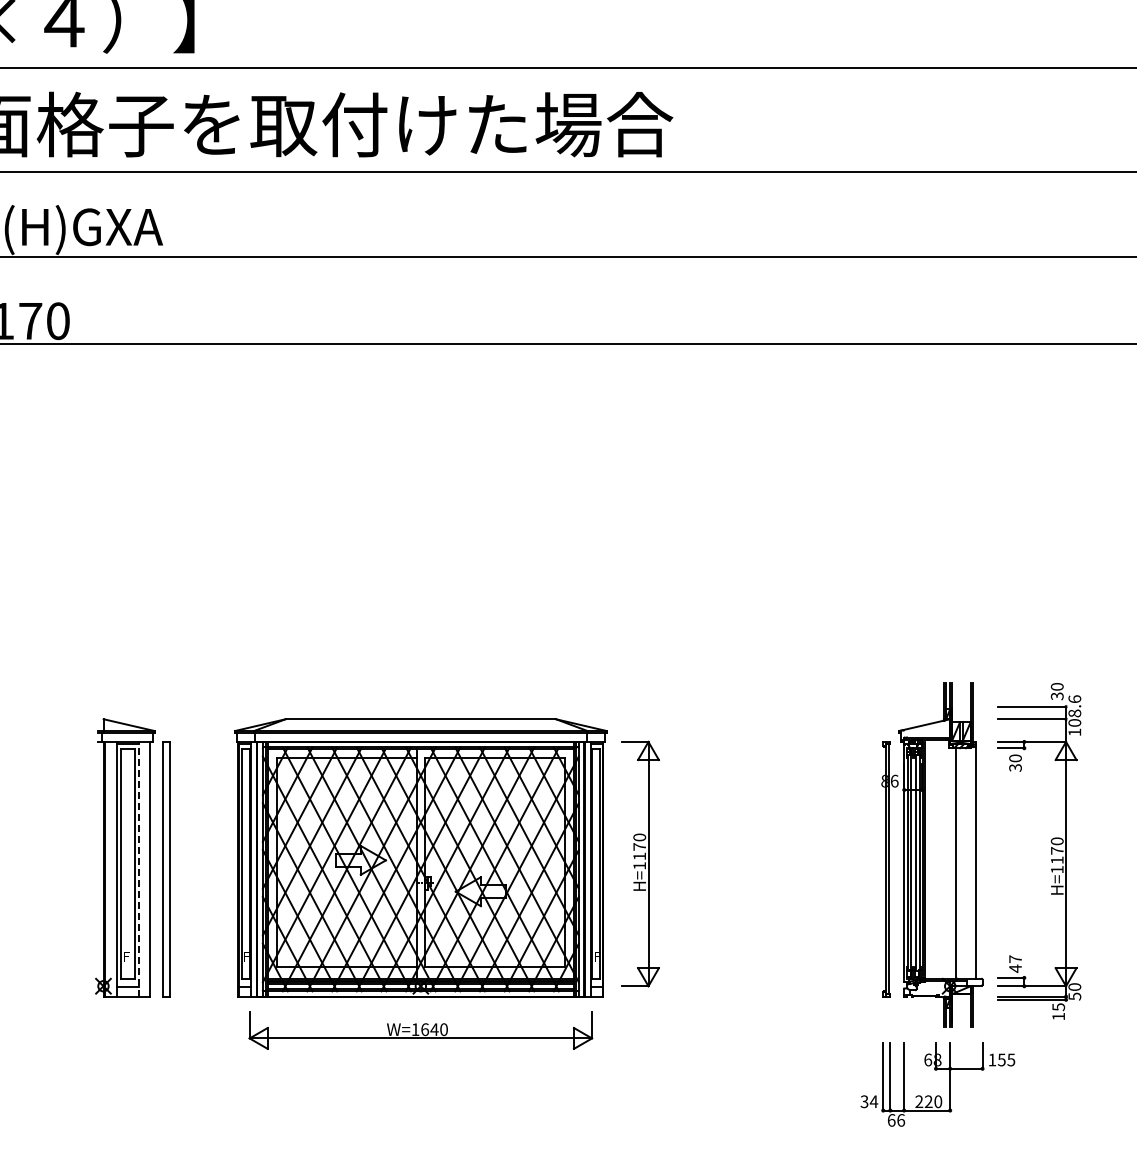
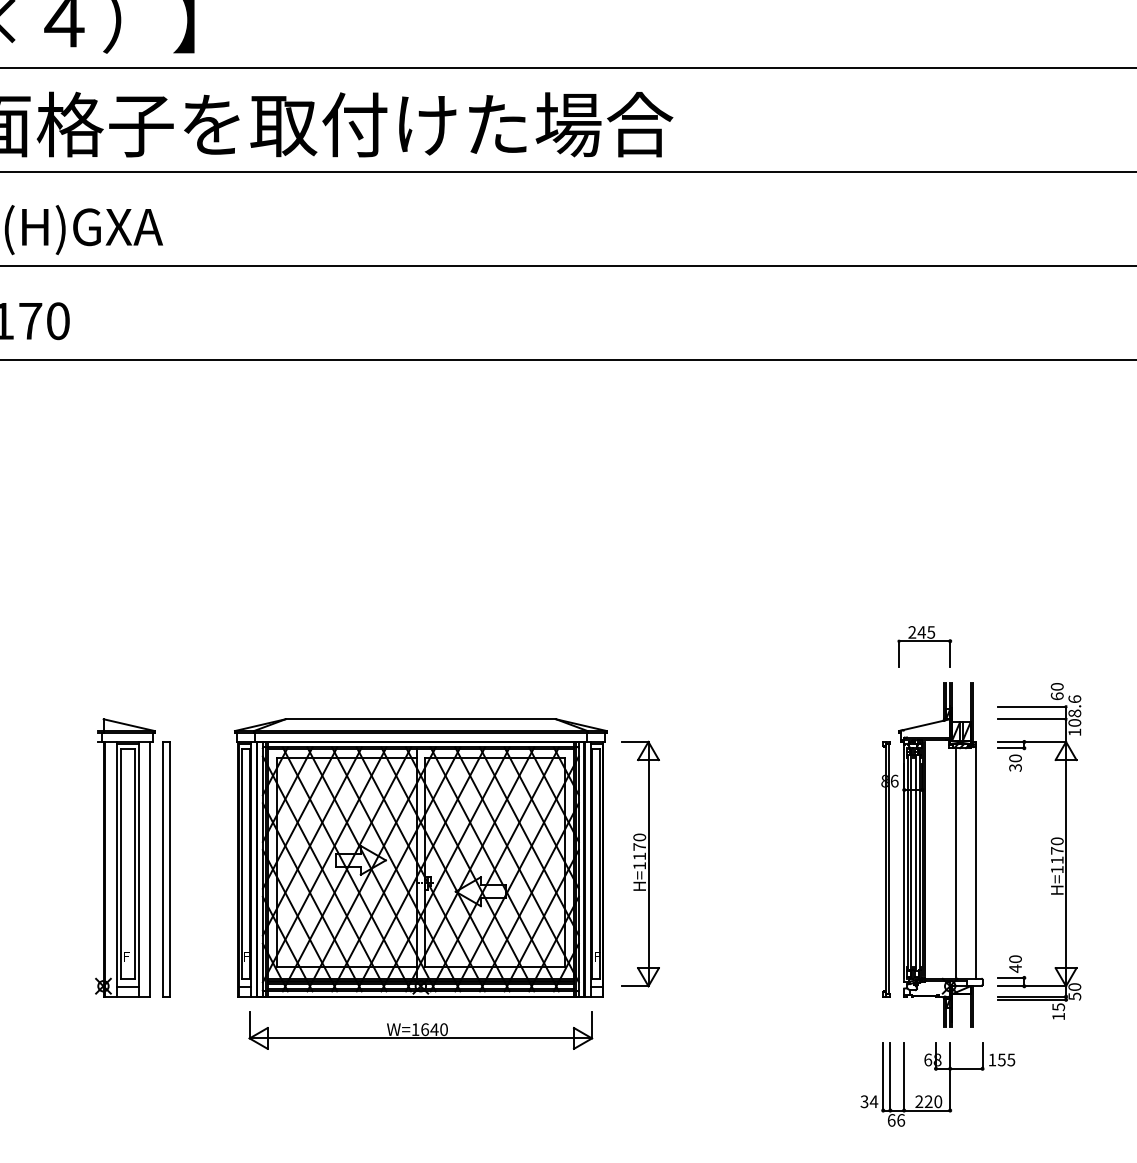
line at (567, 257) position: (567, 257) -> (567, 266)
line at (567, 344) position: (567, 344) -> (567, 360)
part at (924, 646): none -> present
text at (1056, 696): 30 -> 60
line at (139, 868): dashed -> solid
text at (1015, 959): 47 -> 40
